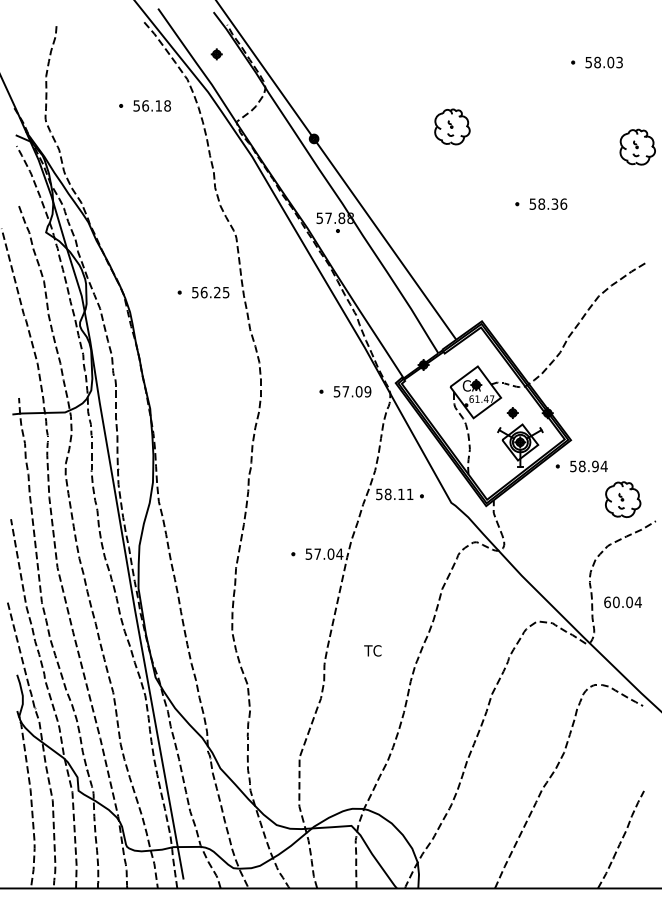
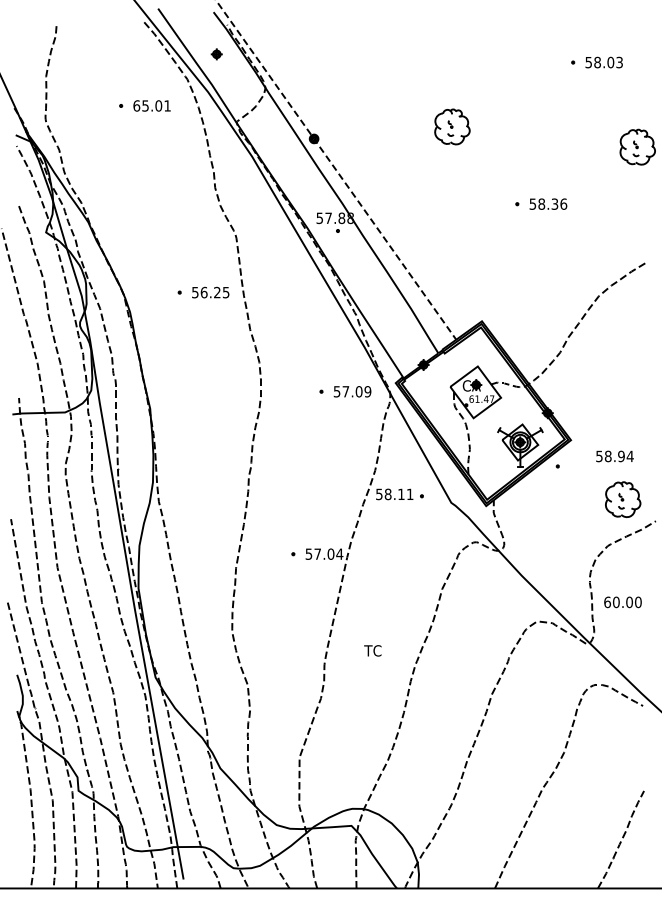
text at (151, 105): 56.18 -> 65.01
line at (336, 170): solid -> dashed
part at (512, 412): present -> none
text at (588, 466) position: (588, 466) -> (614, 456)
text at (637, 602): 60.04 -> 60.00
